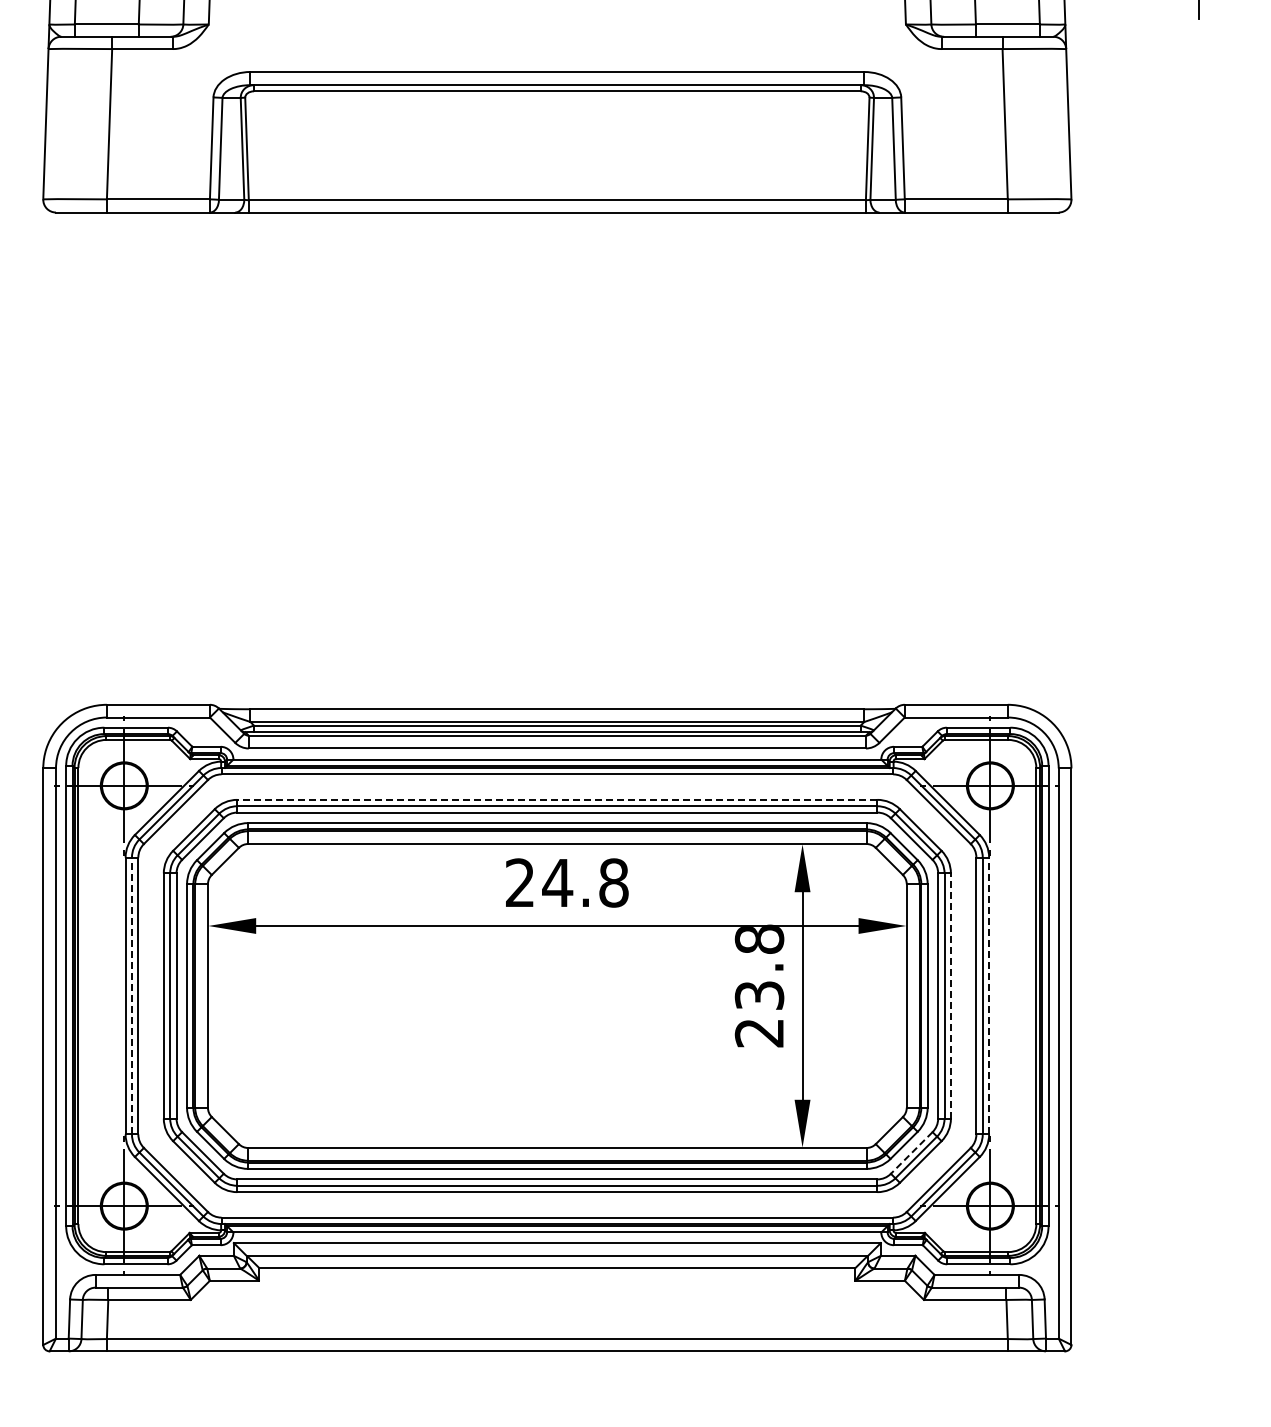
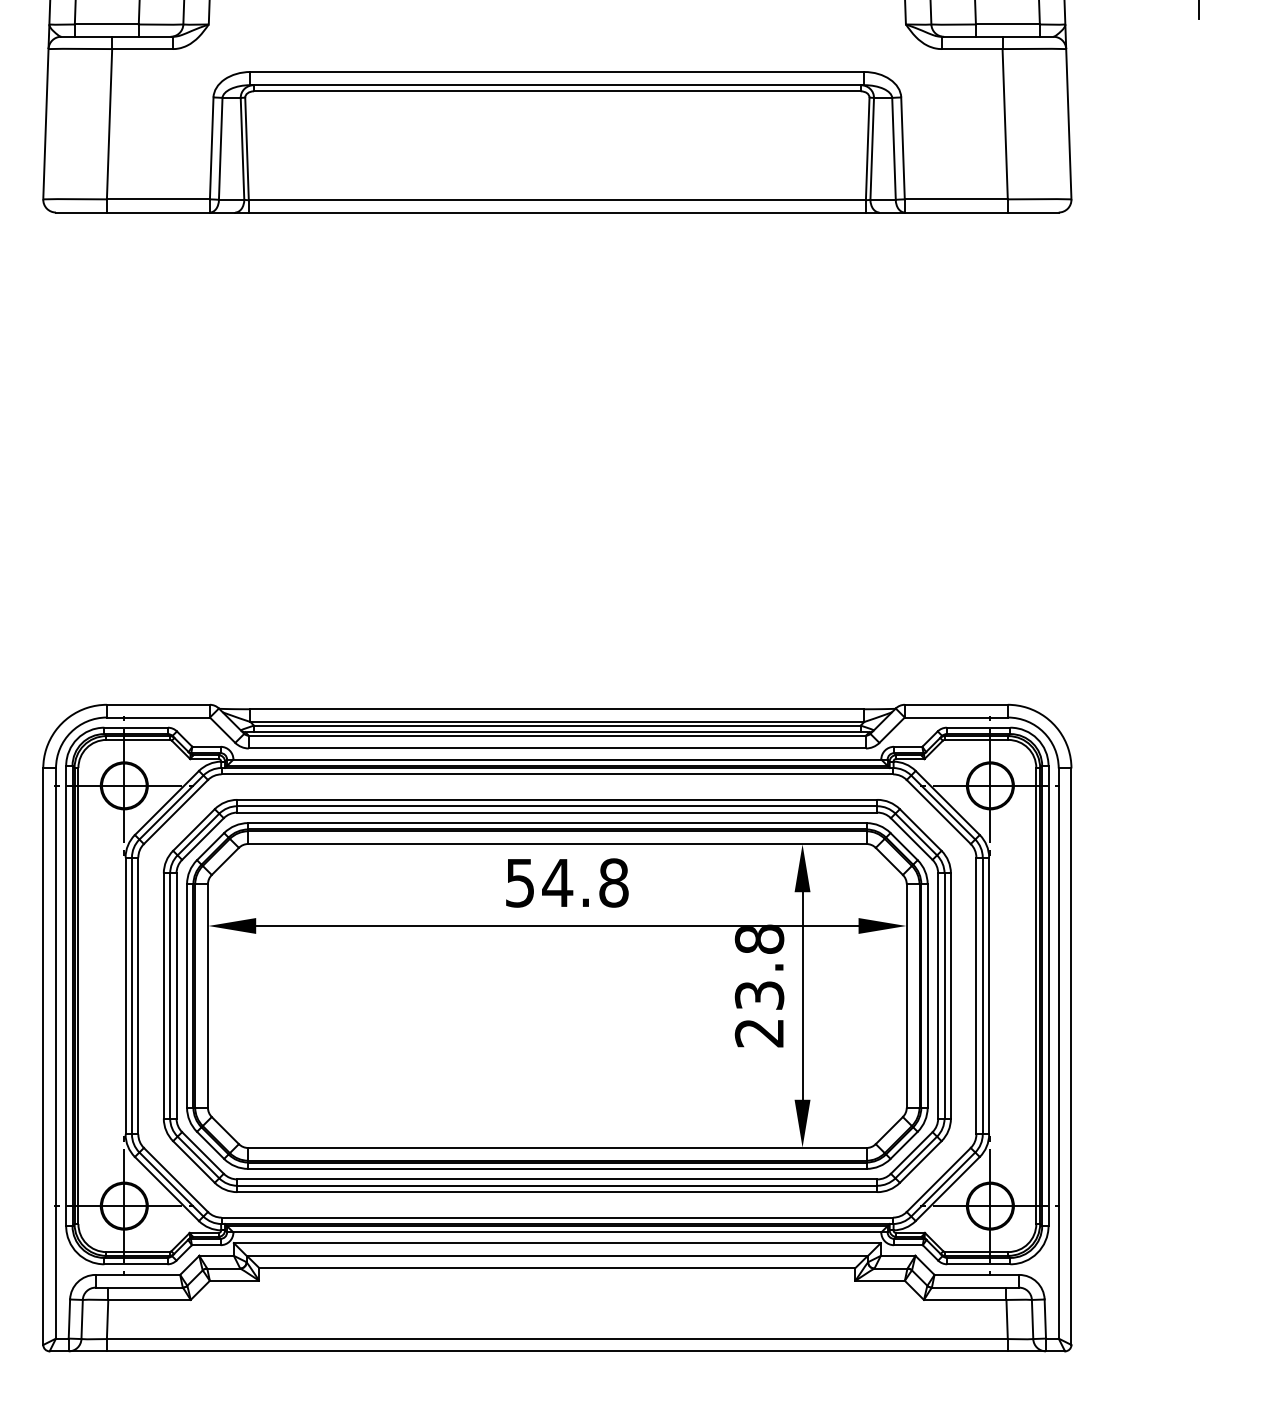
line at (556, 799): dashed -> solid
text at (519, 882): 24.8 -> 54.8
line at (131, 995): dashed -> solid
line at (989, 995): dashed -> solid
line at (950, 996): dashed -> solid
line at (911, 1153): dashed -> solid
